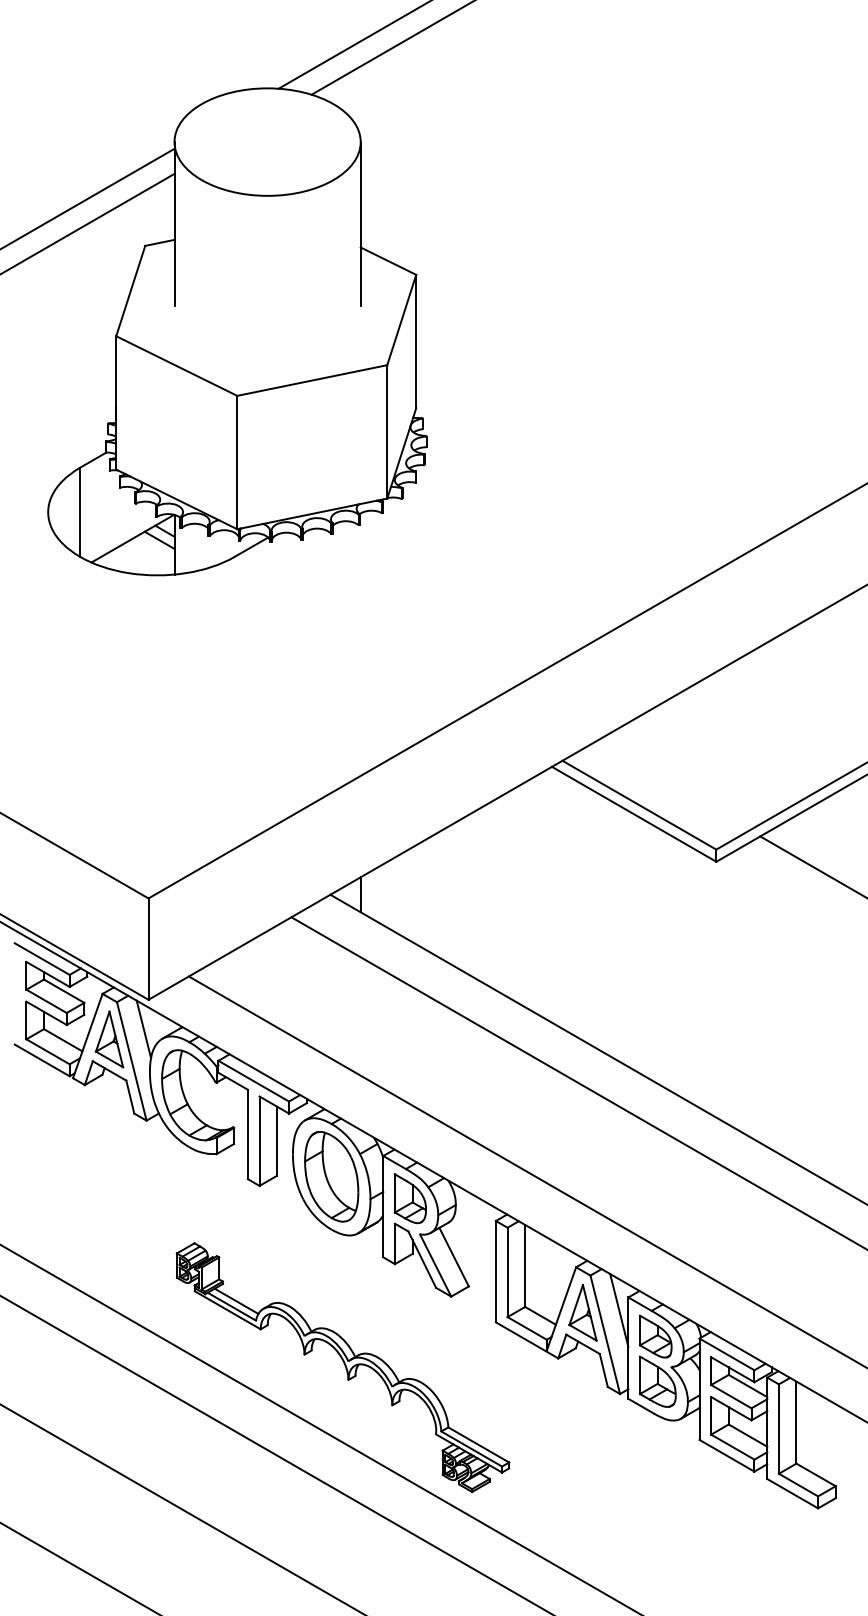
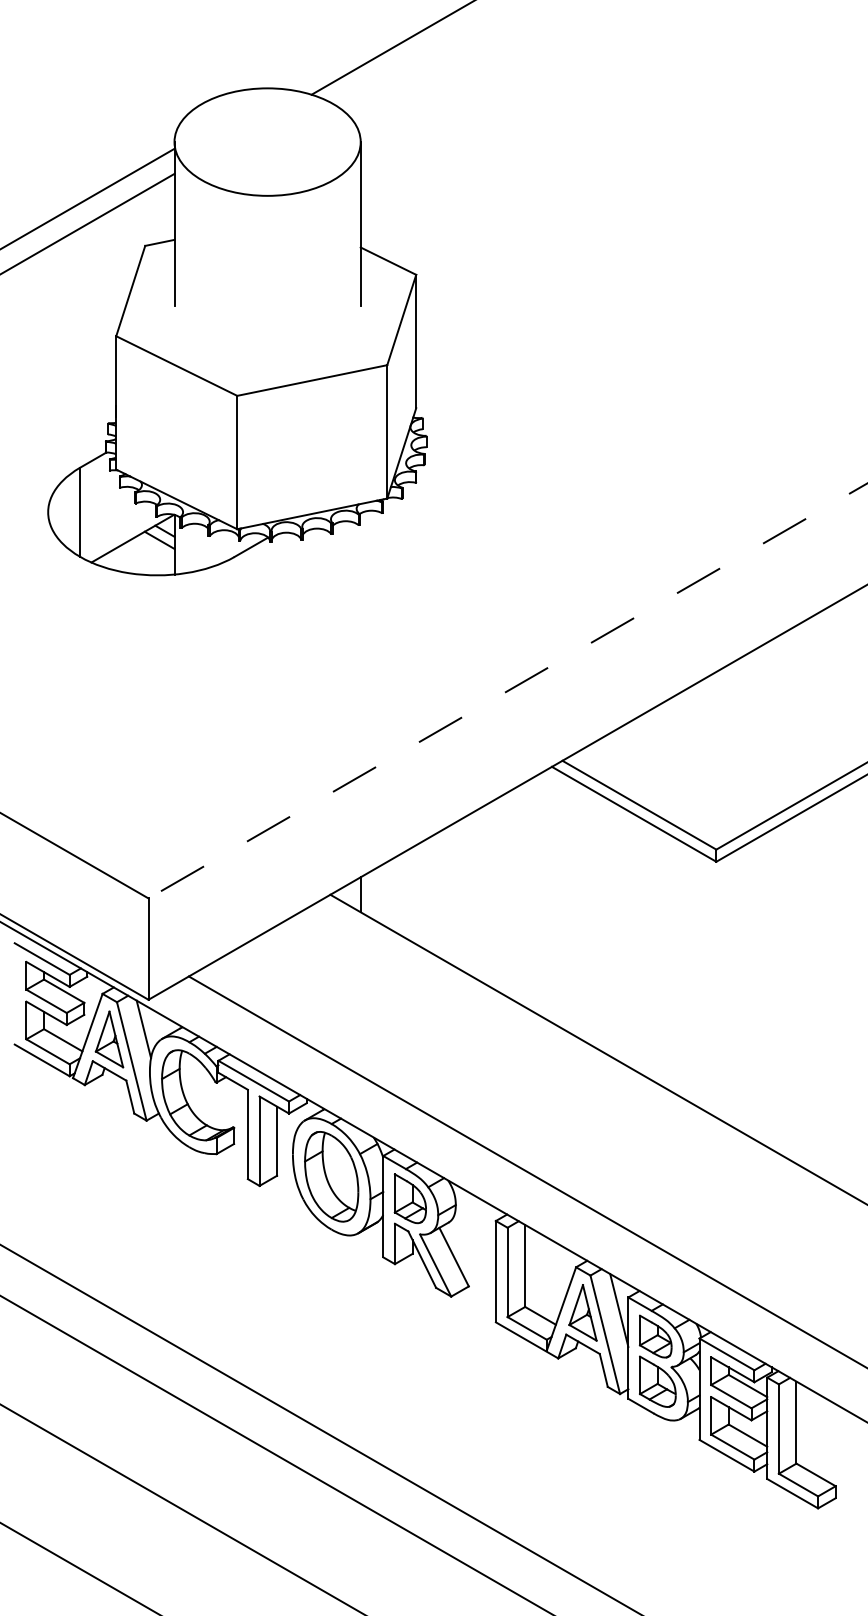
line at (353, 45): present -> none
line at (507, 691): solid -> dashed
line at (812, 866): present -> none
line at (577, 1082): present -> none
part at (342, 1367): present -> none
